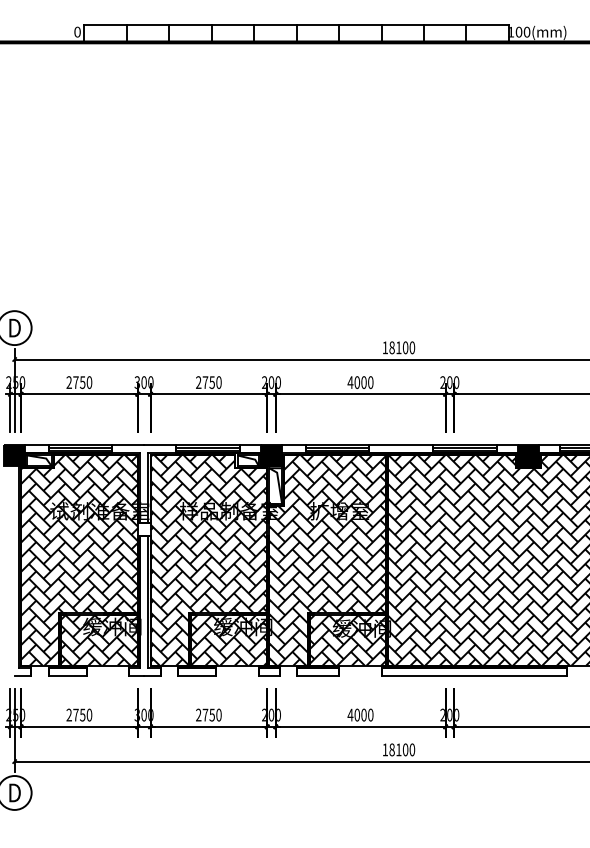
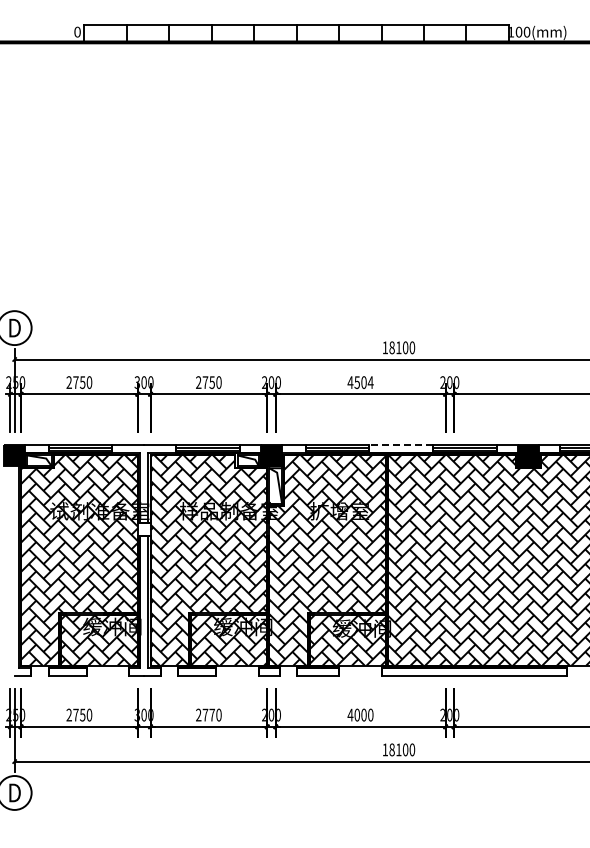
text at (363, 382): 4000 -> 4504
line at (401, 444): solid -> dashed
text at (211, 715): 2750 -> 2770
